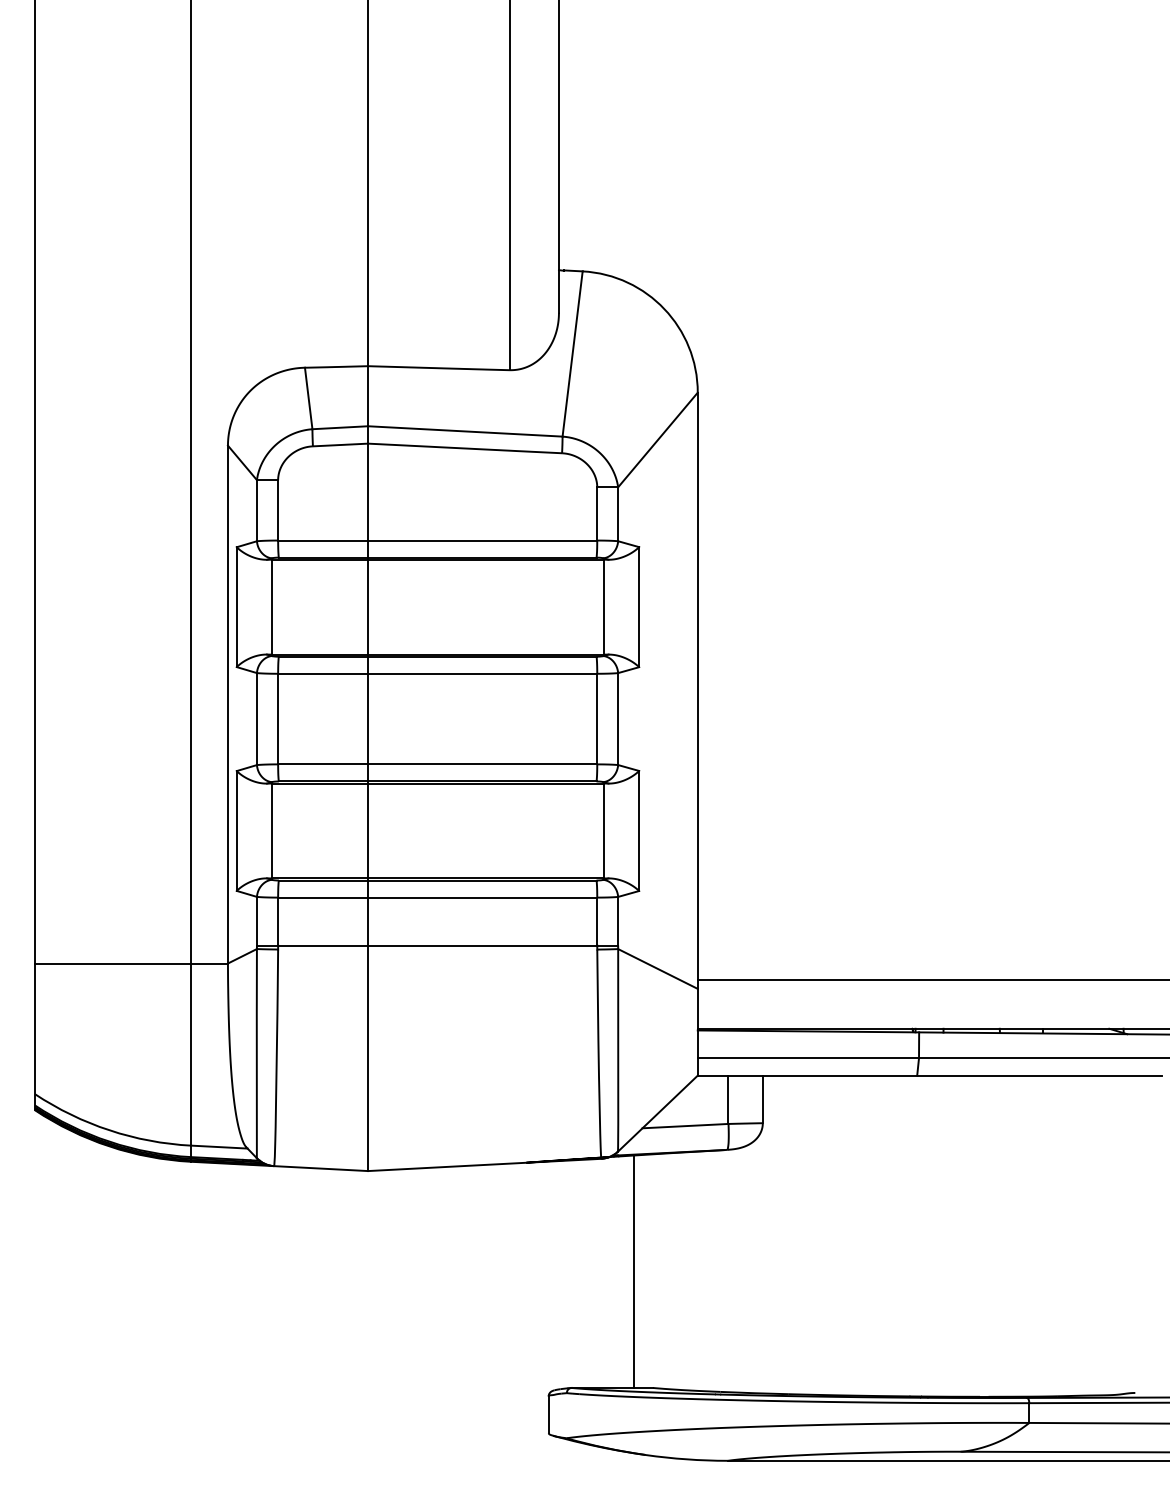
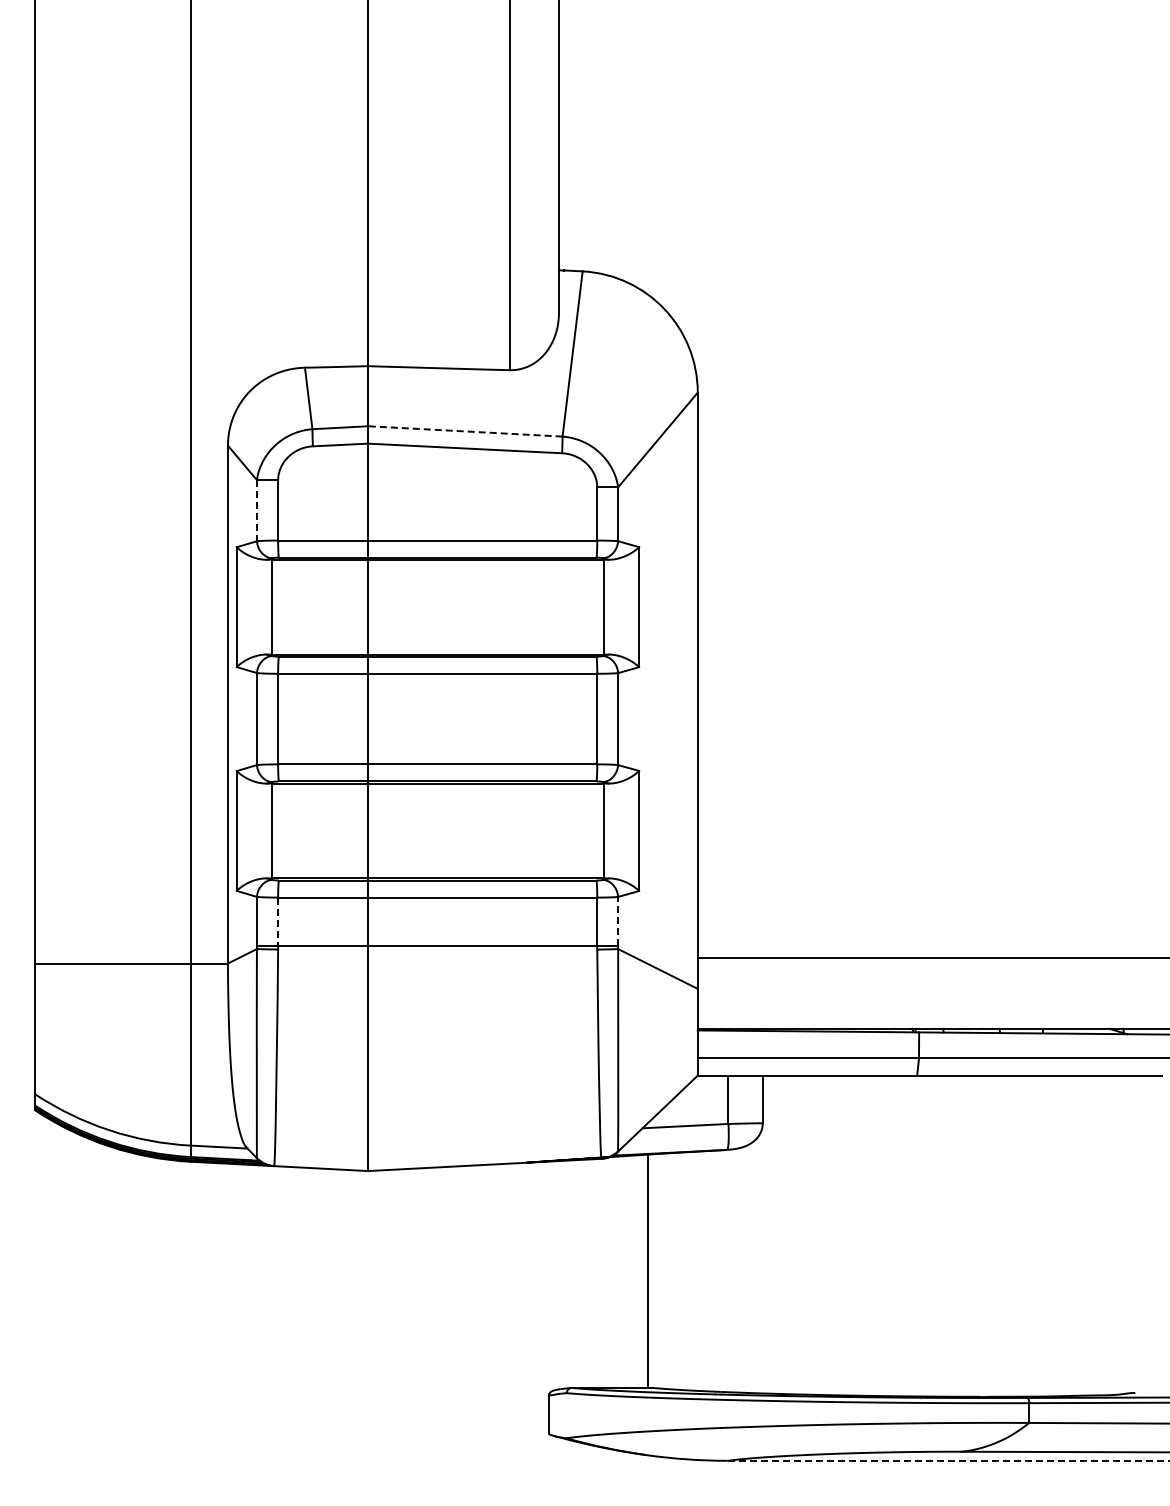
line at (464, 431): solid -> dashed
line at (256, 510): solid -> dashed
line at (618, 920): solid -> dashed
line at (278, 921): solid -> dashed
line at (931, 980) position: (931, 980) -> (931, 958)
line at (634, 1271) position: (634, 1271) -> (648, 1271)
line at (948, 1460): solid -> dashed
